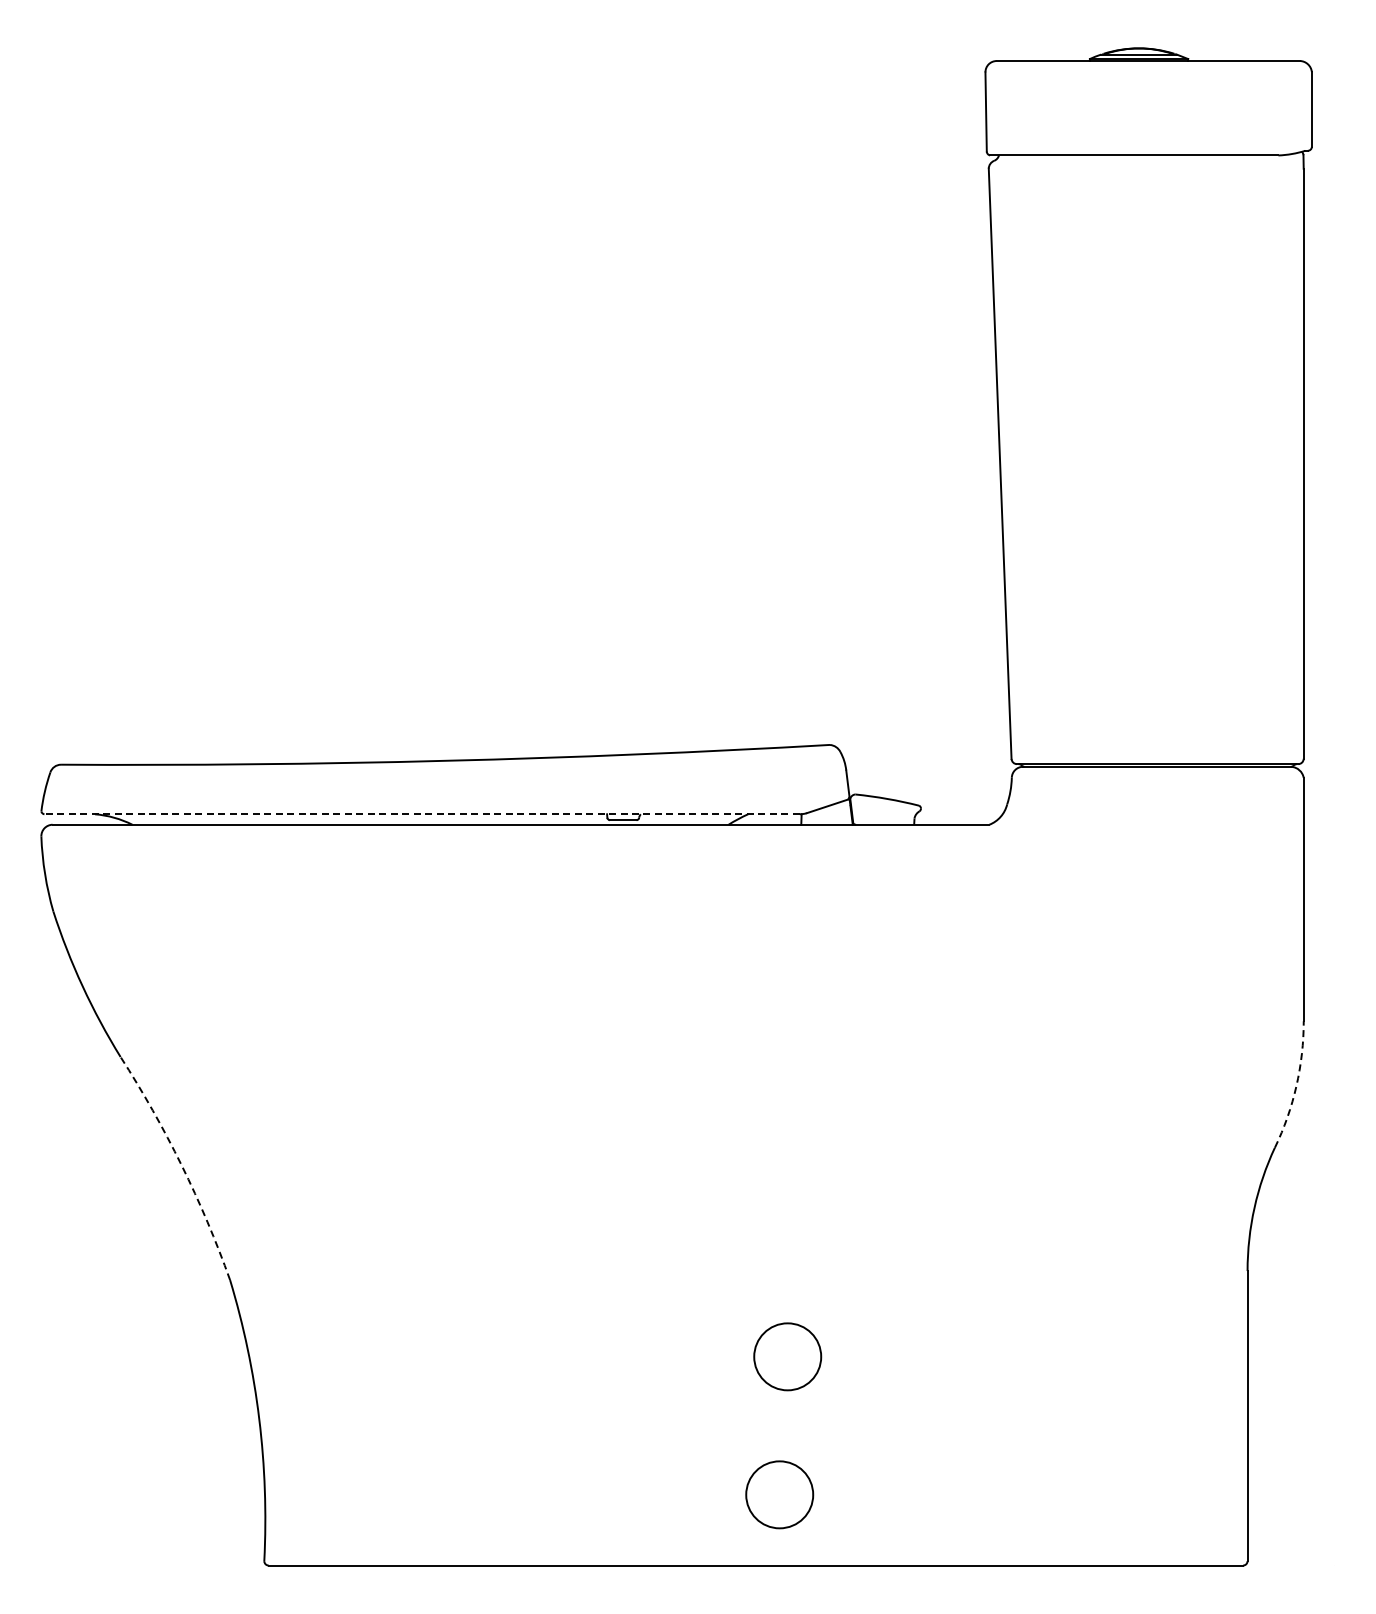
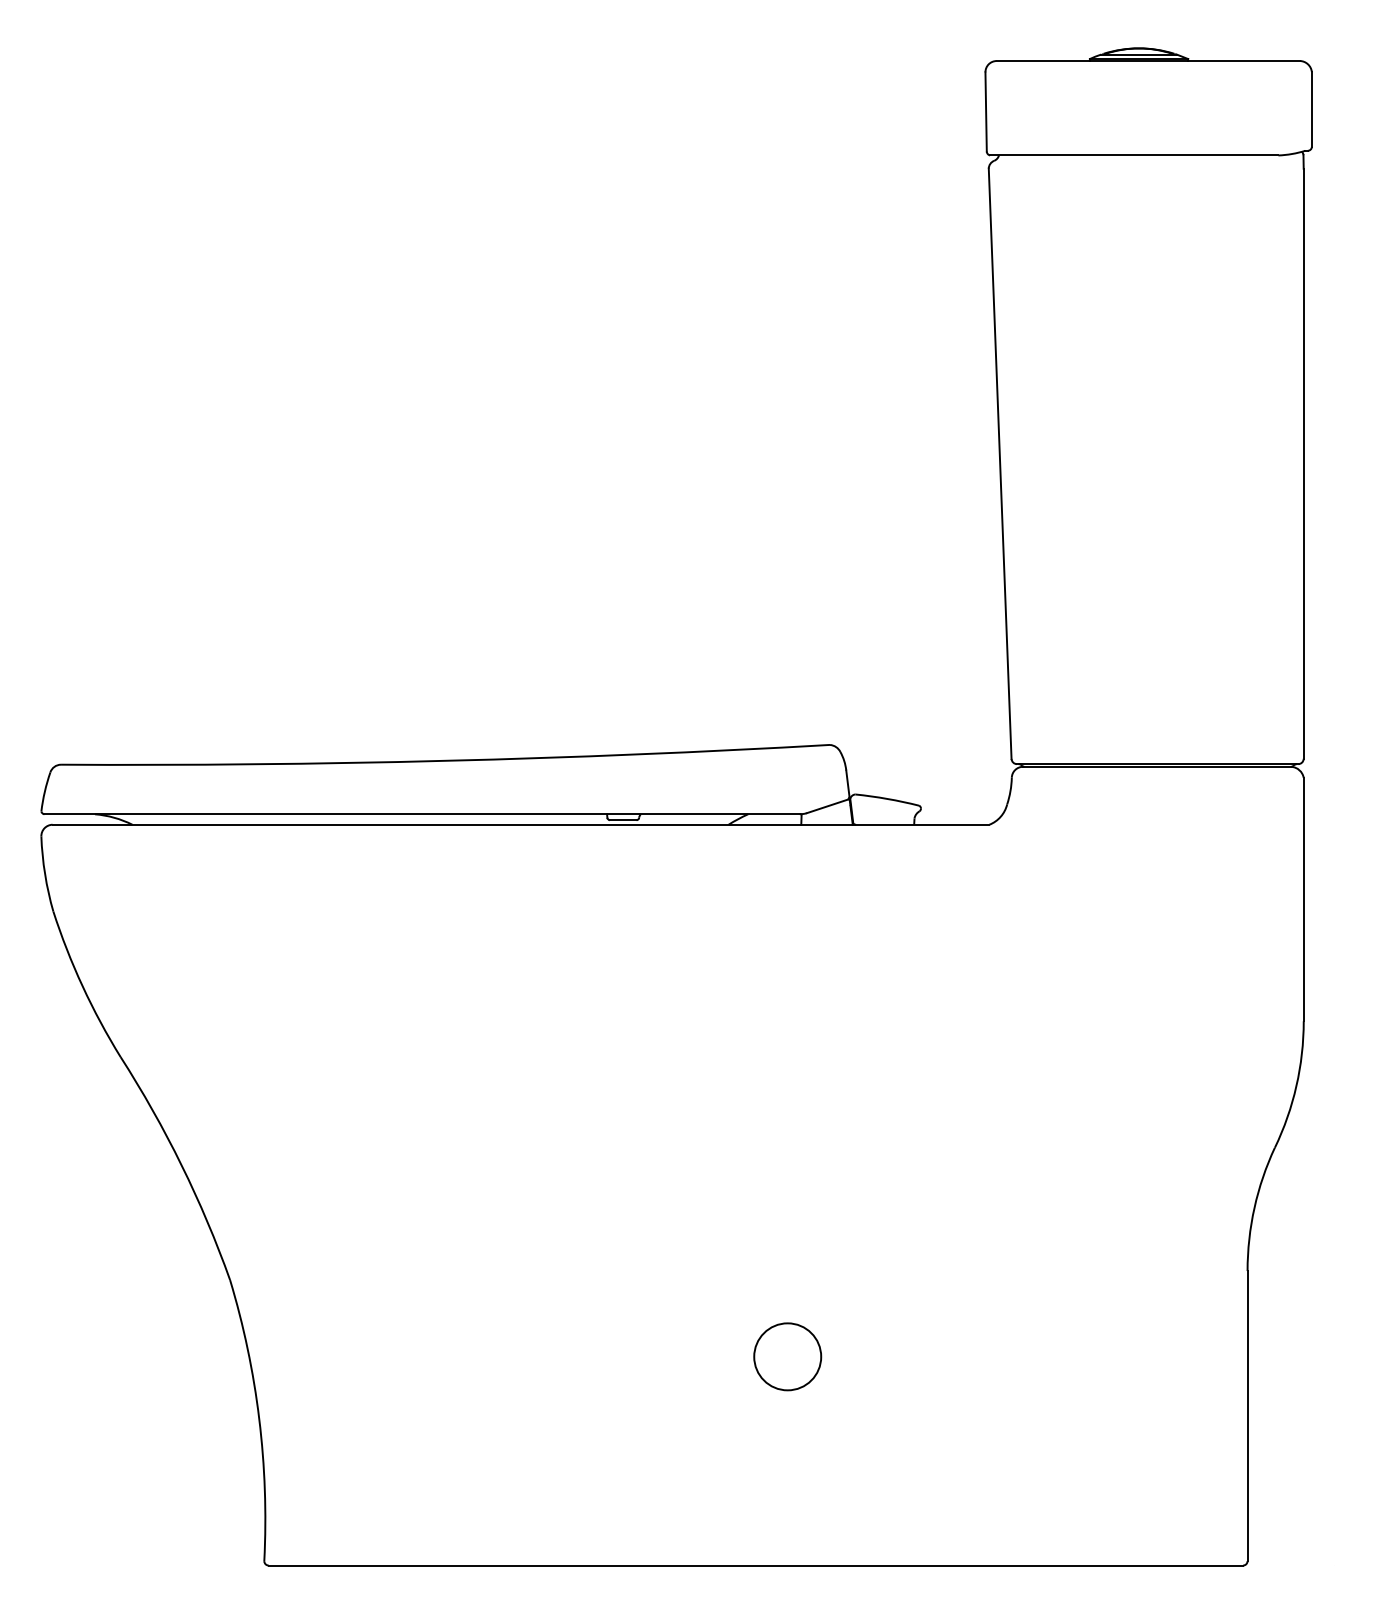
line at (422, 814): dashed -> solid
arc at (1296, 1086): dashed -> solid
arc at (181, 1165): dashed -> solid
circle at (779, 1494): present -> none
